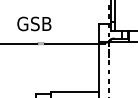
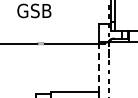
text at (34, 23) position: (34, 23) -> (34, 10)
line at (98, 67): solid -> dashed
